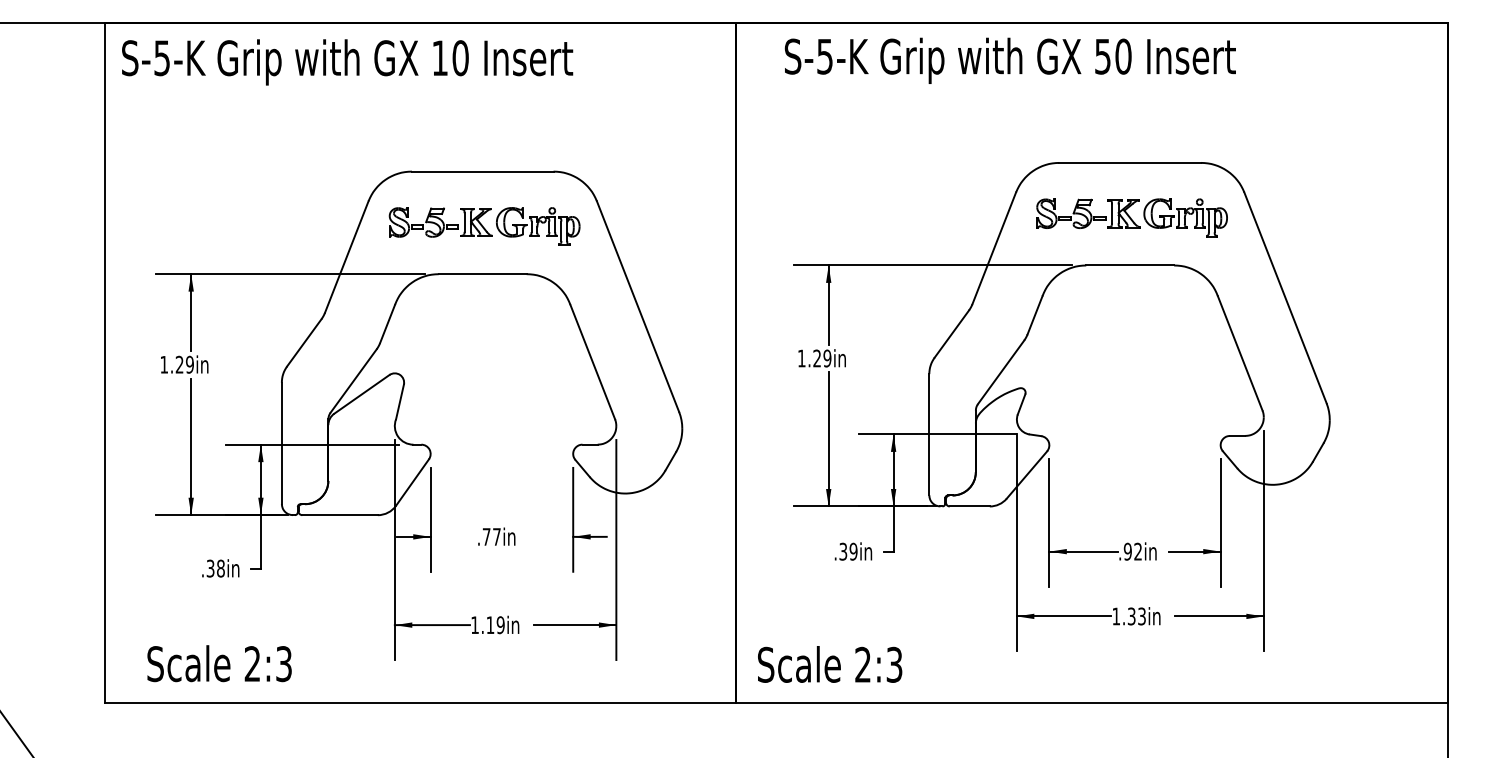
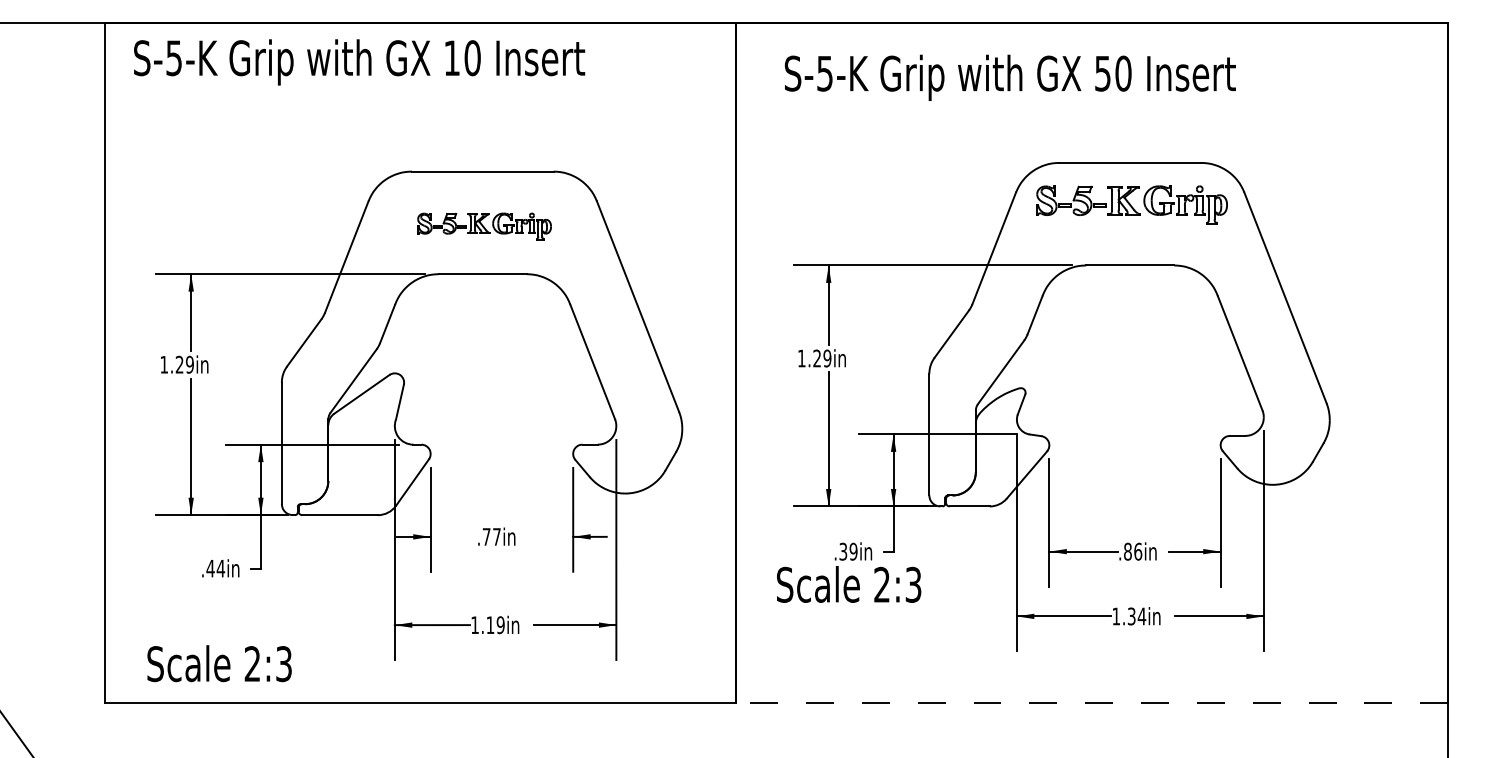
text at (1009, 60) position: (1009, 60) -> (1009, 77)
text at (347, 62) position: (347, 62) -> (359, 62)
part at (1131, 217) position: (1131, 217) -> (1131, 204)
part at (484, 226) size: 193x39 px -> 135x29 px
text at (1132, 551): .92in -> .86in
text at (215, 568): .38in -> .44in
text at (1141, 616): 1.33in -> 1.34in
text at (830, 664) position: (830, 664) -> (849, 584)
line at (1091, 703): solid -> dashed
